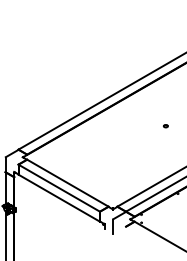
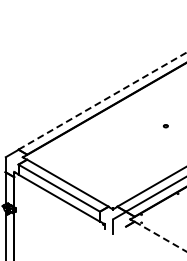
line at (103, 100): solid -> dashed
line at (160, 236): solid -> dashed
